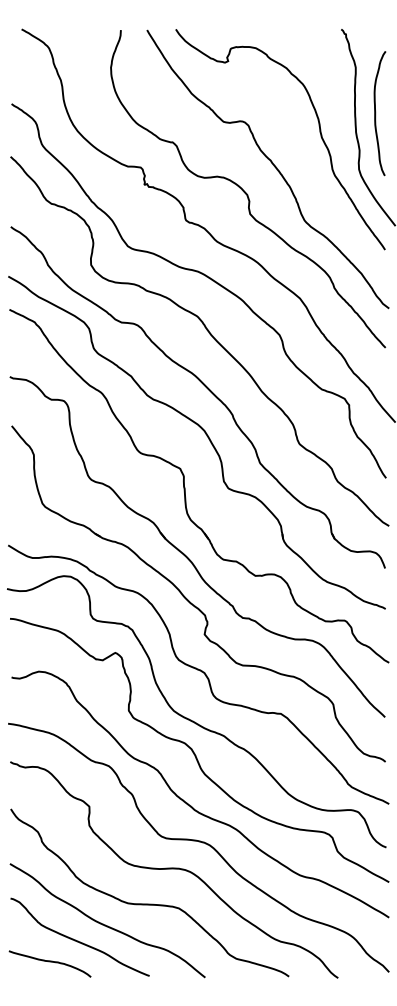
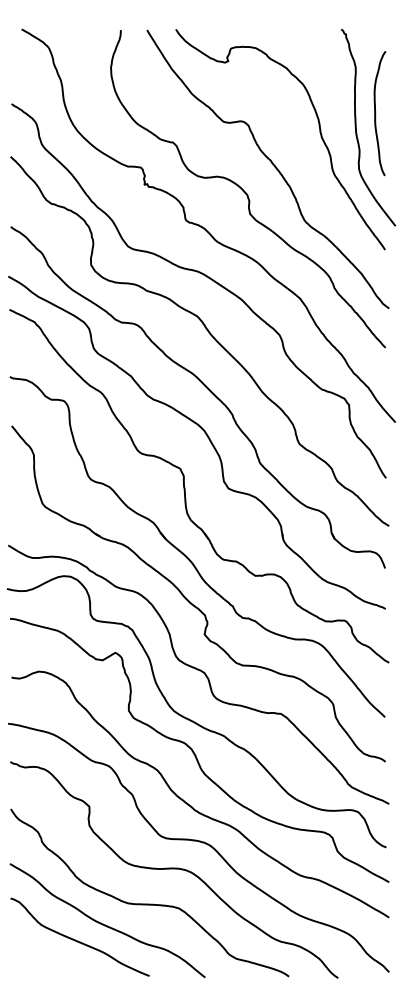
curve at (49, 962): present -> none
